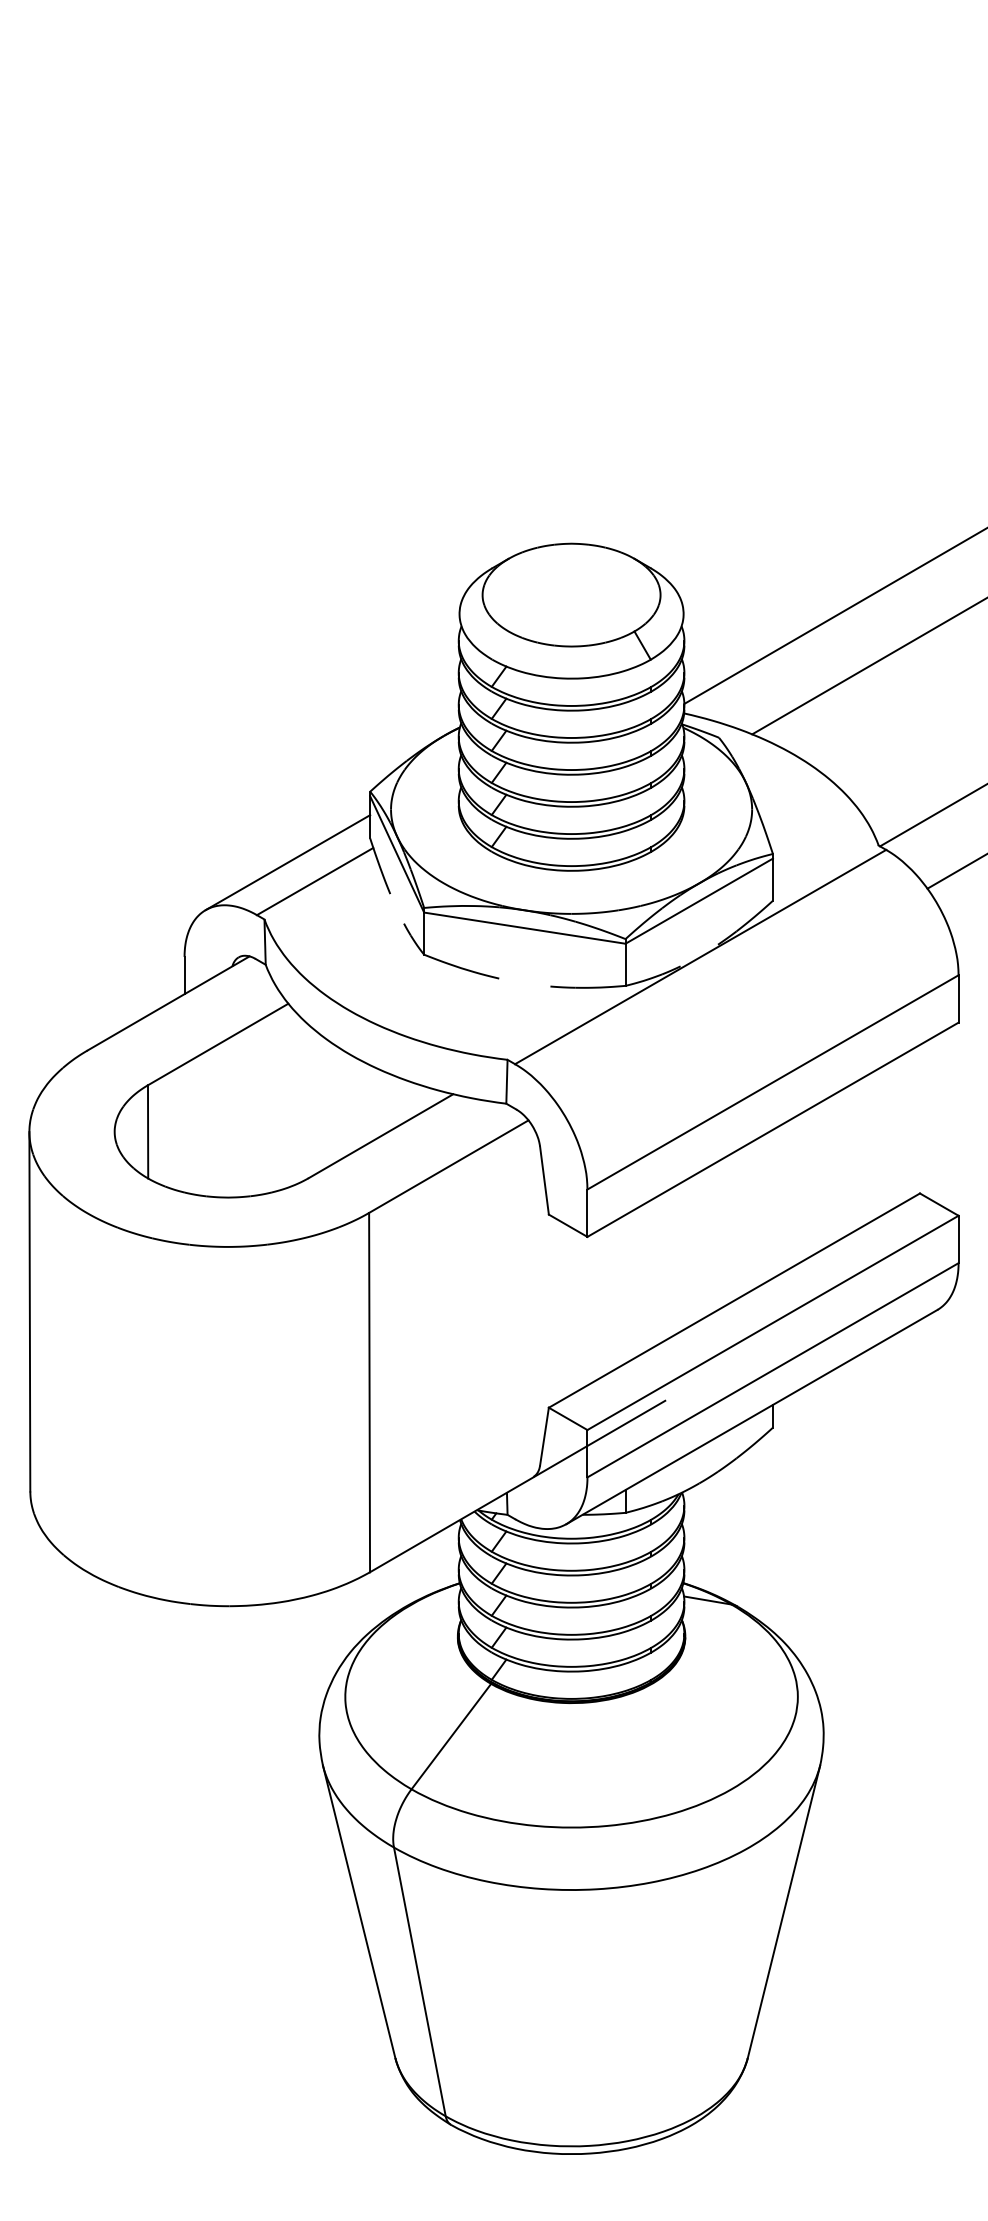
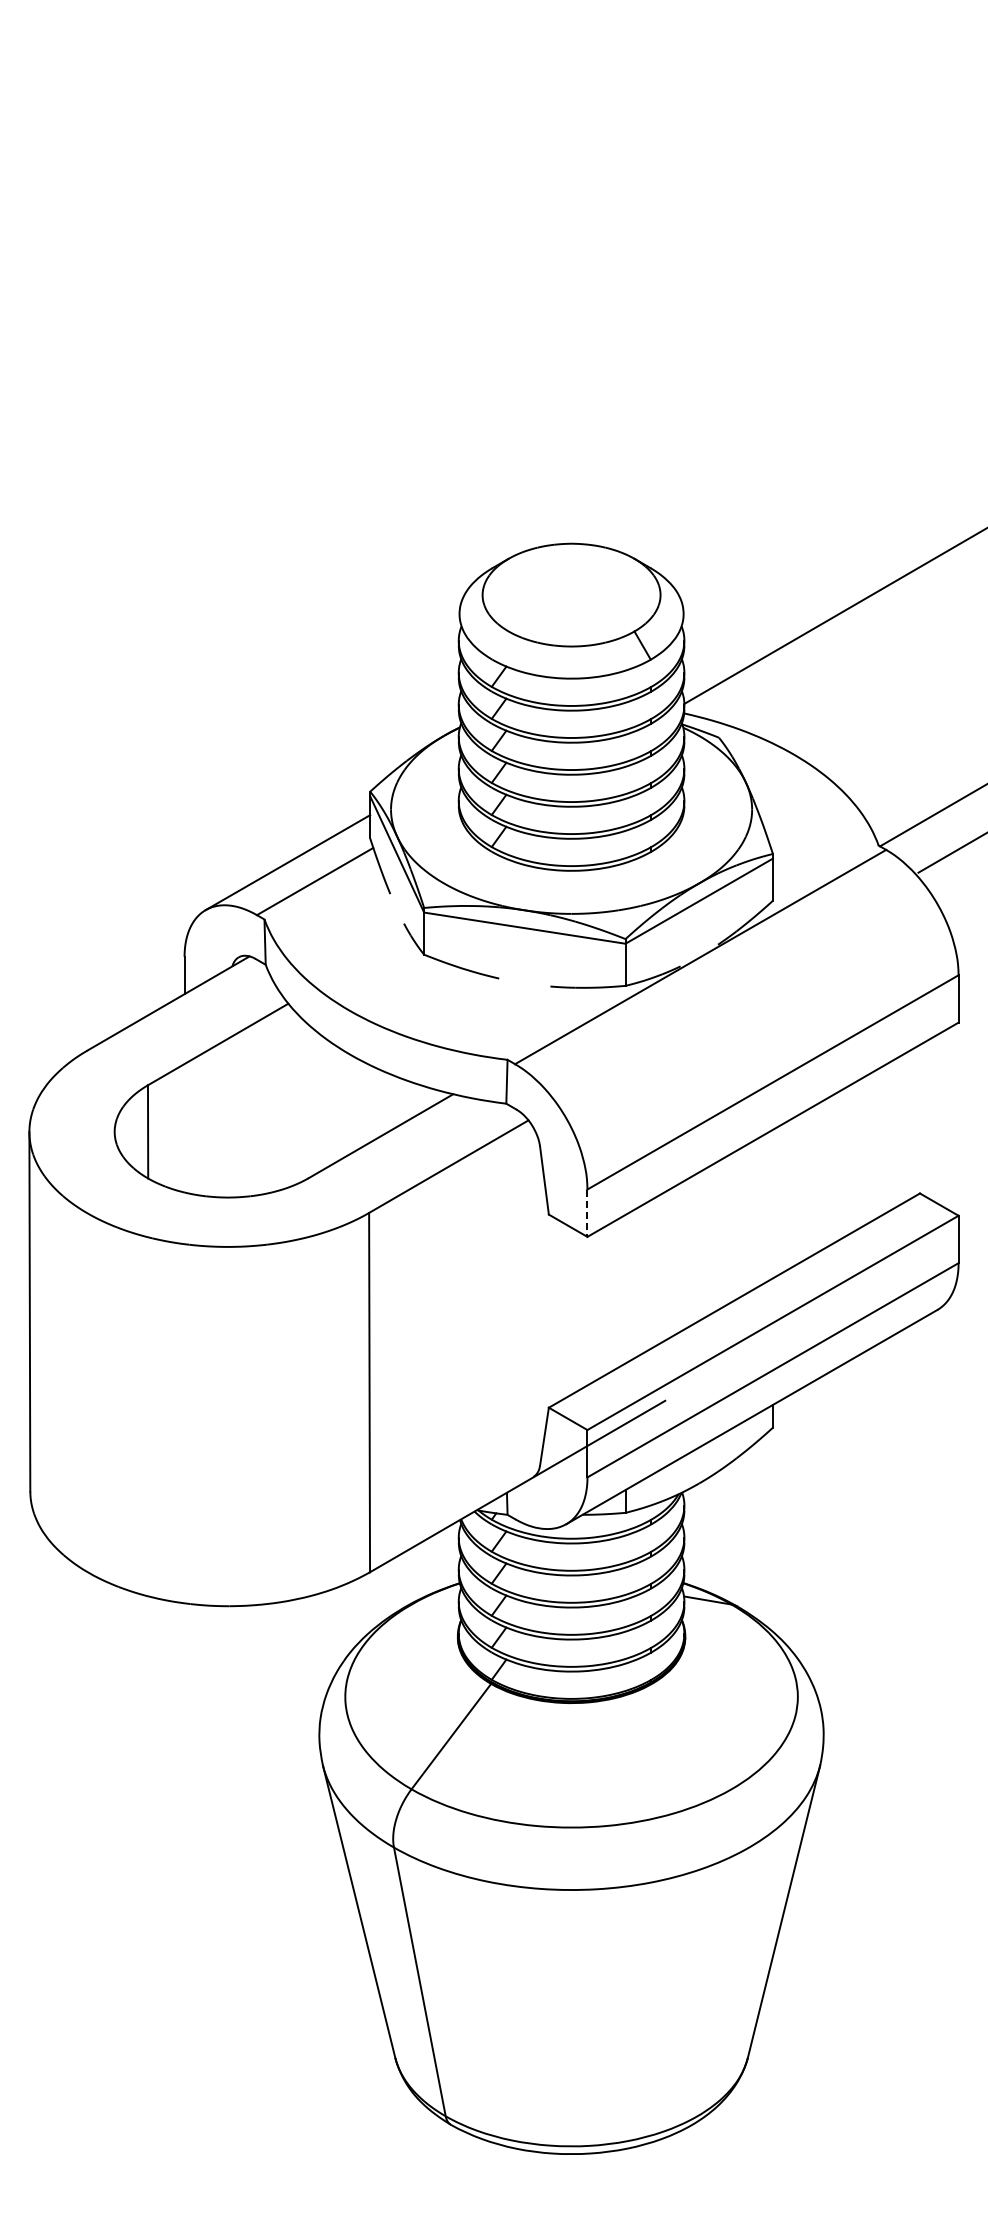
line at (868, 666): present -> none
line at (955, 871) position: (955, 871) -> (951, 853)
line at (587, 1213): solid -> dashed
